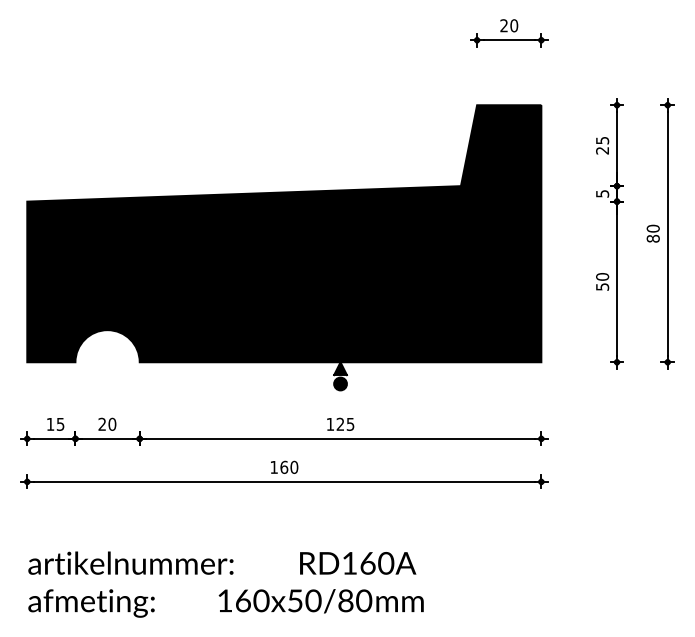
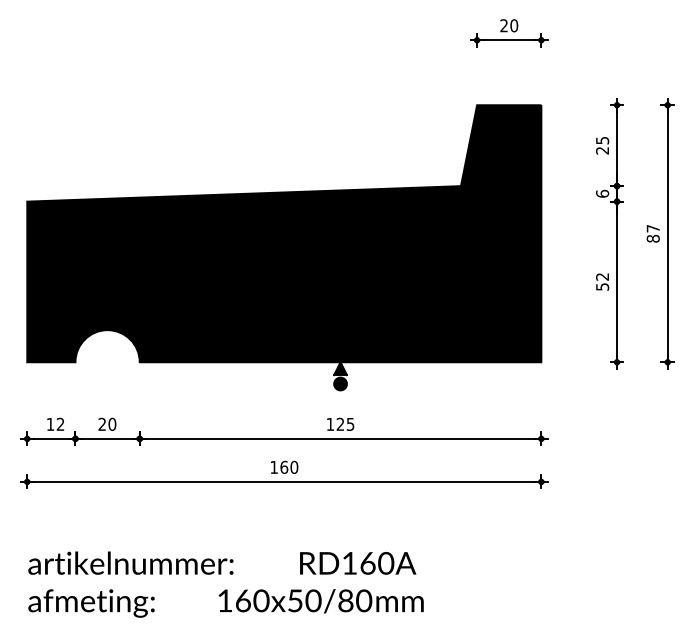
text at (602, 193): 5 -> 6
text at (652, 228): 80 -> 87
text at (602, 276): 50 -> 52
text at (60, 423): 15 -> 12
